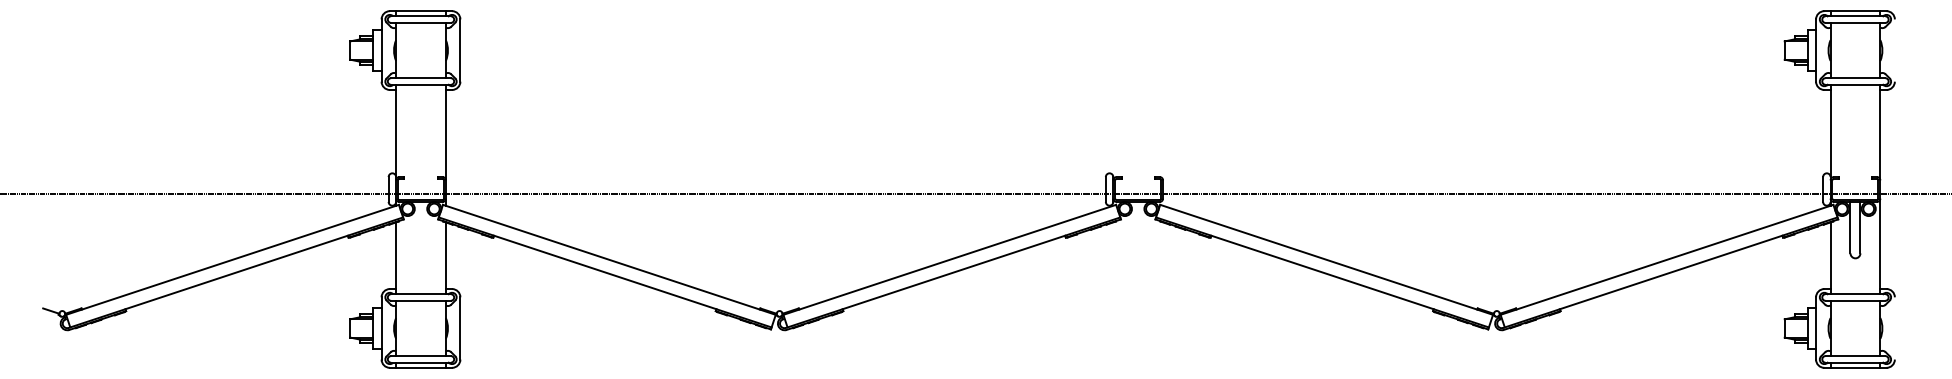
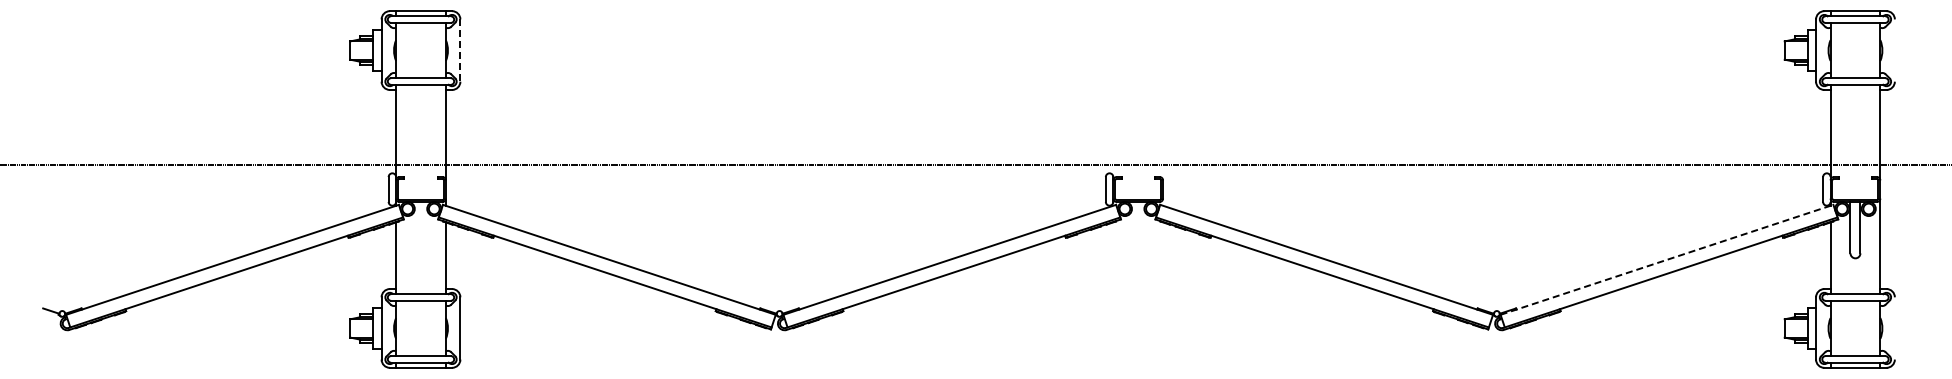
line at (460, 51): solid -> dashed
line at (975, 193) position: (975, 193) -> (975, 164)
line at (1667, 259): solid -> dashed
